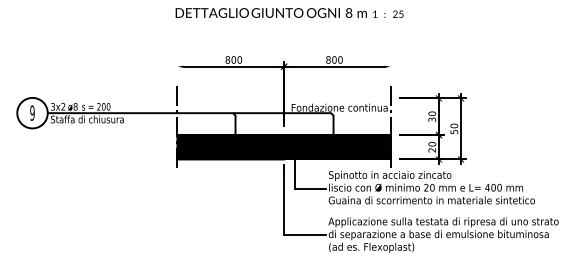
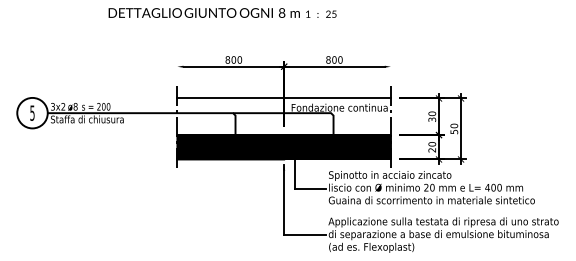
text at (289, 12) position: (289, 12) -> (222, 12)
line at (283, 98): none -> present
text at (32, 112): 9 -> 5
